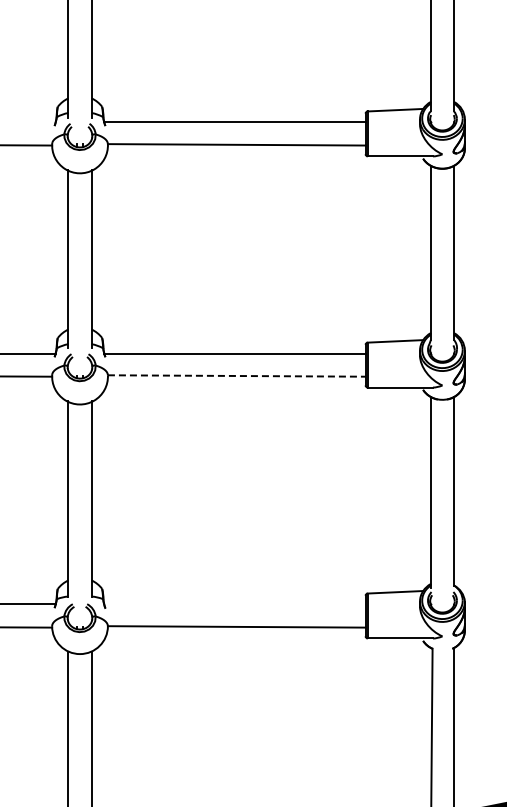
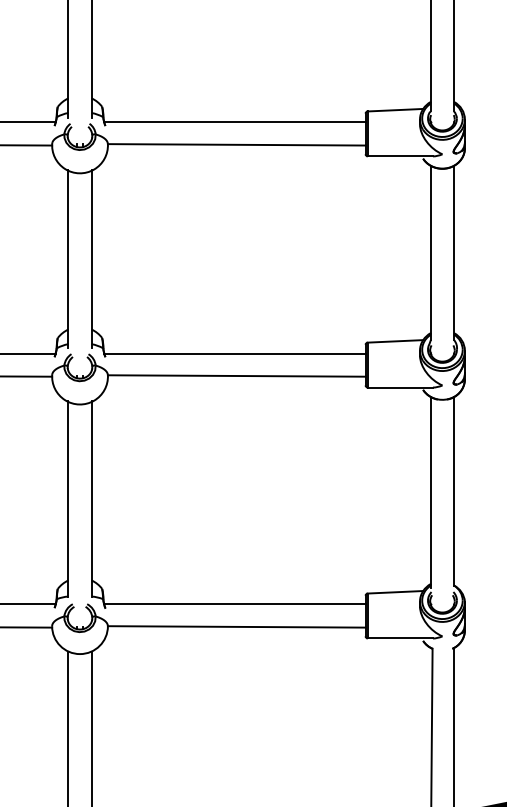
line at (28, 122): none -> present
line at (236, 376): dashed -> solid
line at (234, 604): none -> present
